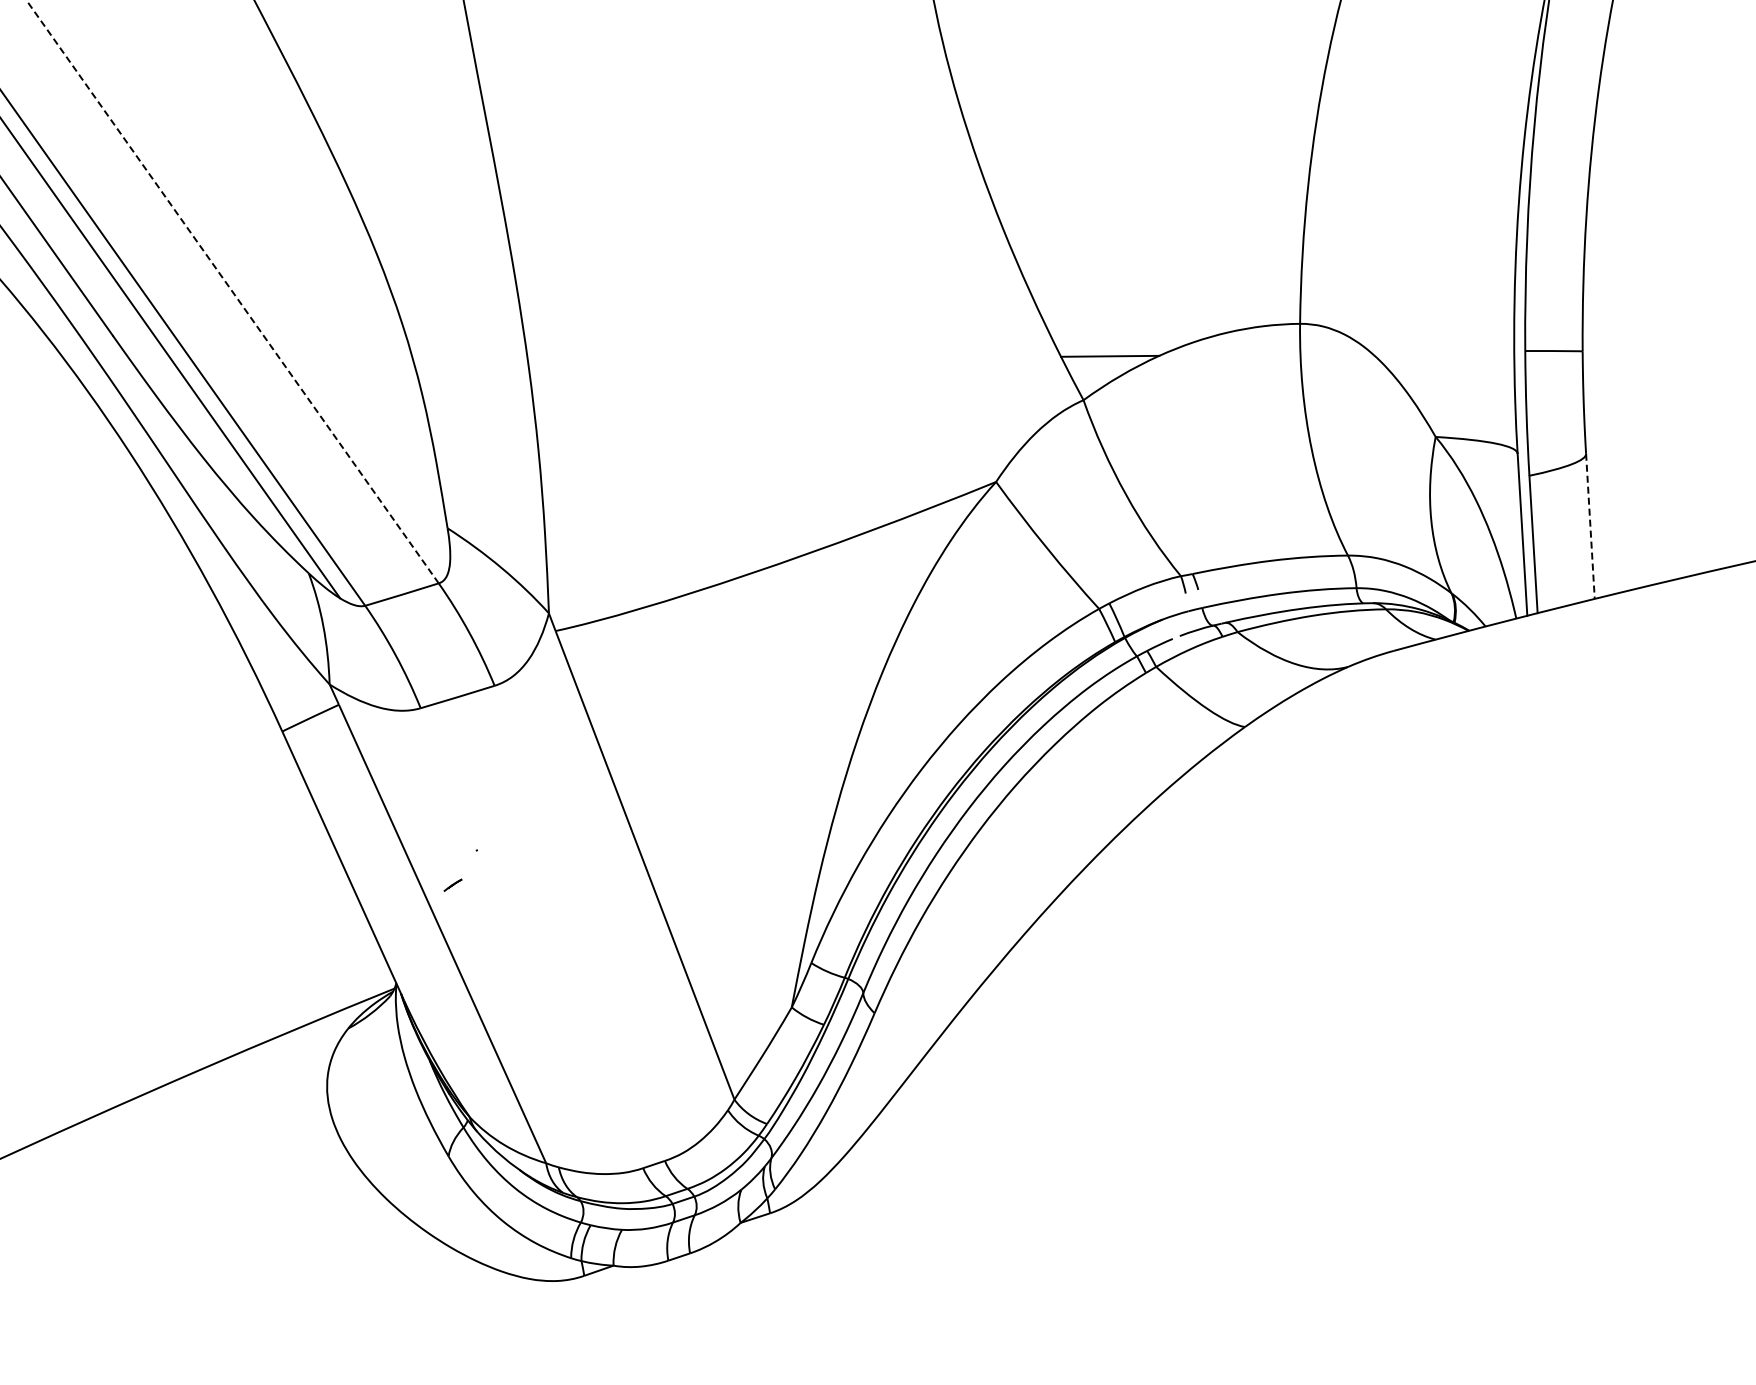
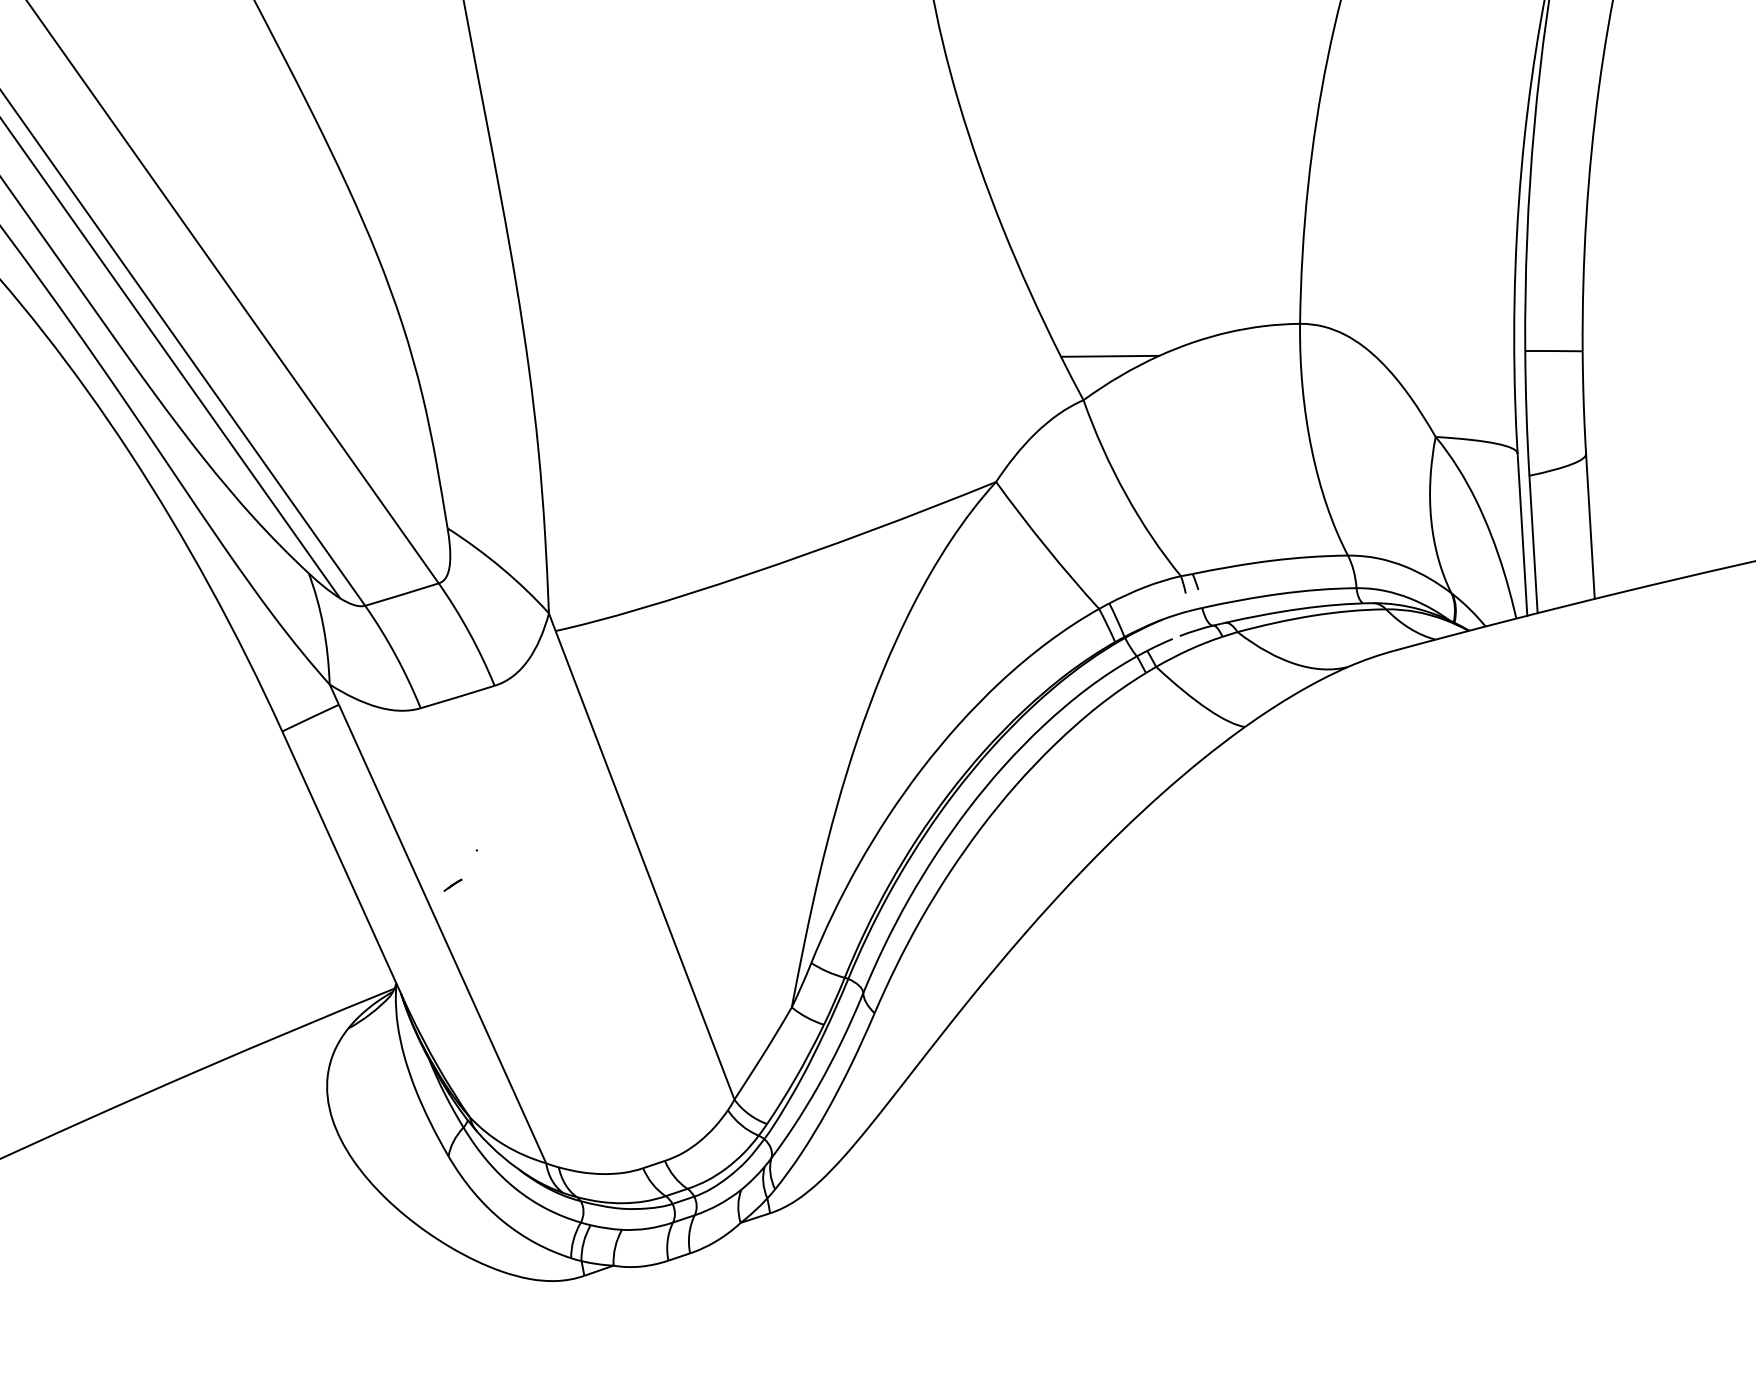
line at (232, 291): dashed -> solid
line at (1590, 526): dashed -> solid
